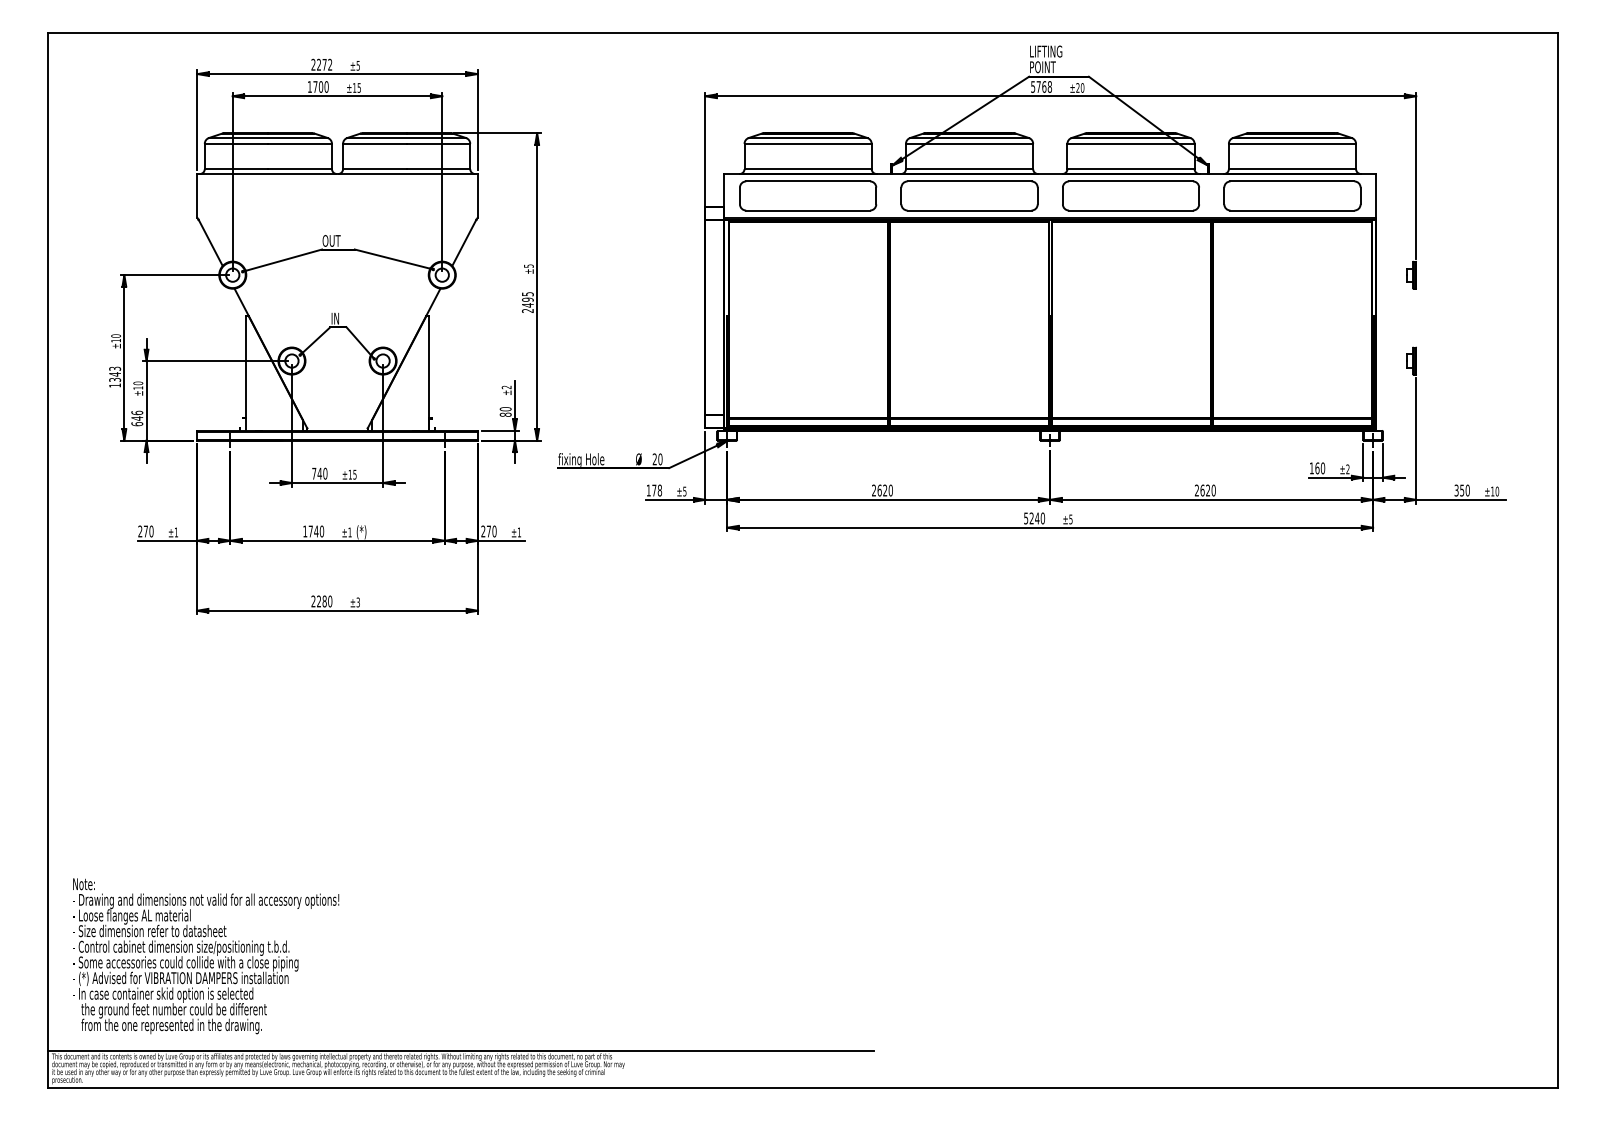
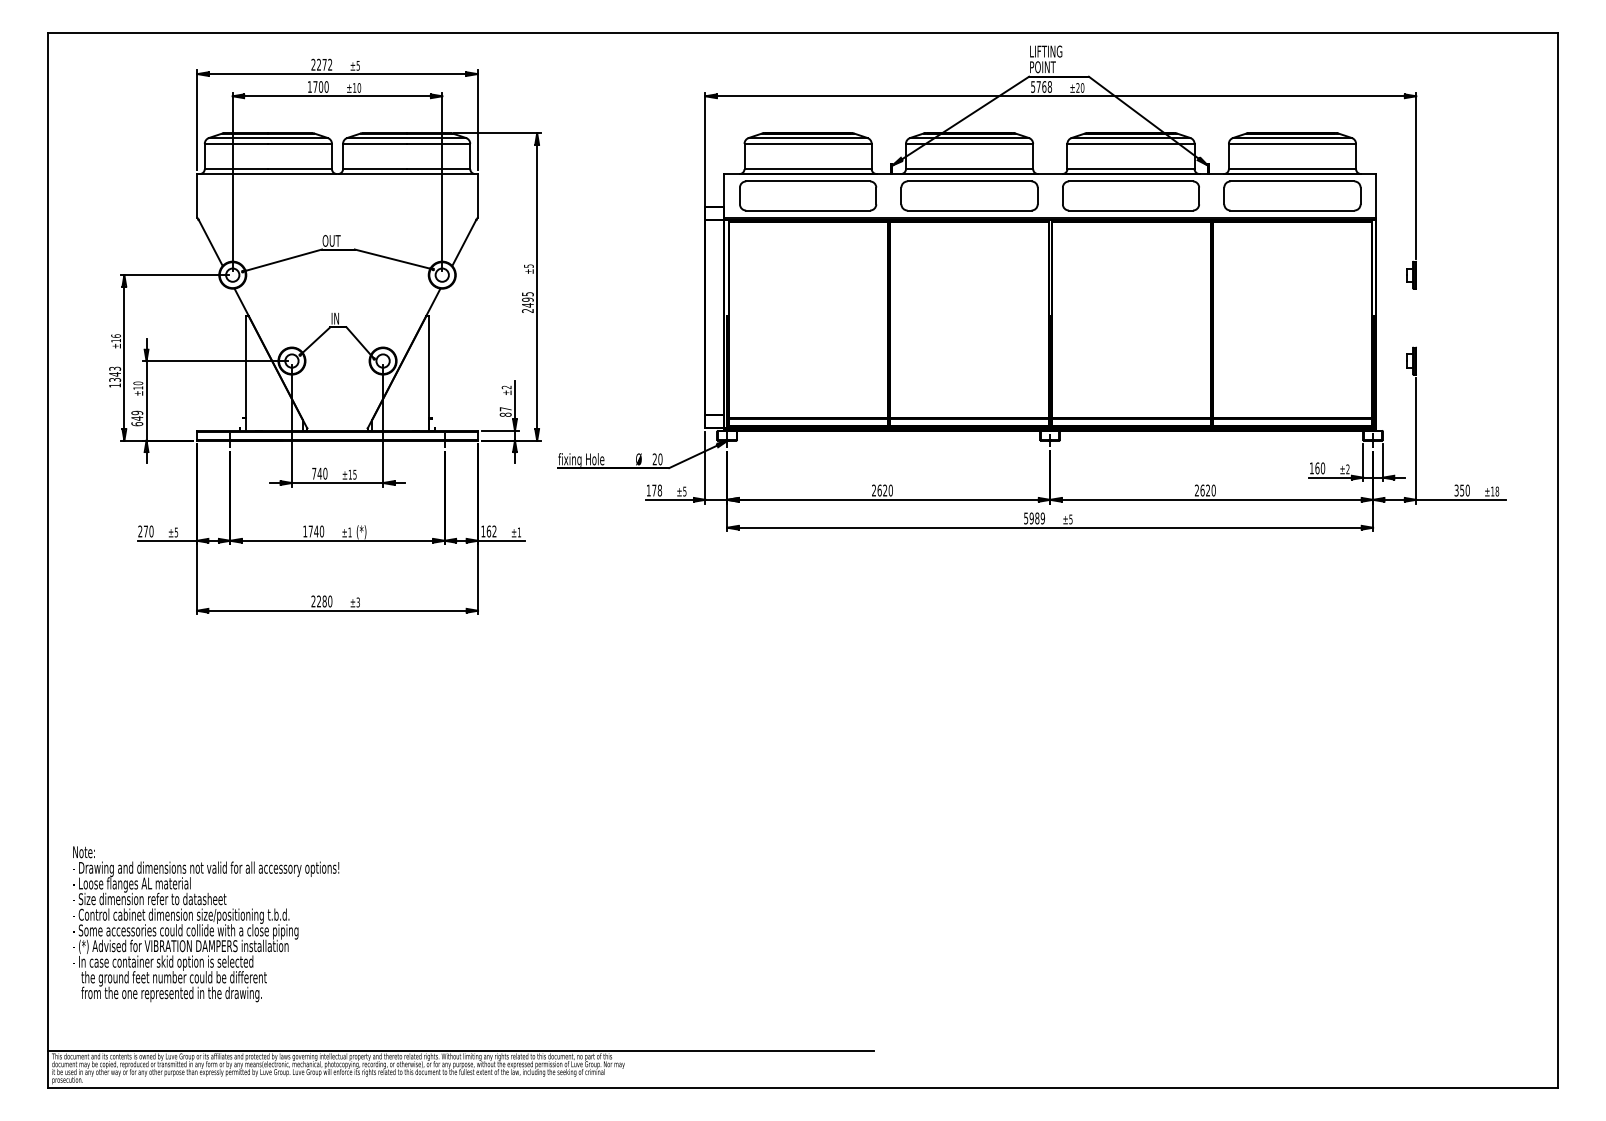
text at (359, 87): ±15 -> ±10
text at (115, 335): ±10 -> ±16
text at (505, 409): 80 -> 87
text at (137, 412): 646 -> 649
text at (1497, 491): ±10 -> ±18
text at (1036, 518): 5240 -> 5989
text at (488, 531): 270 -> 162
text at (176, 532): ±1 -> ±5
text at (206, 956) position: (206, 956) -> (206, 924)
